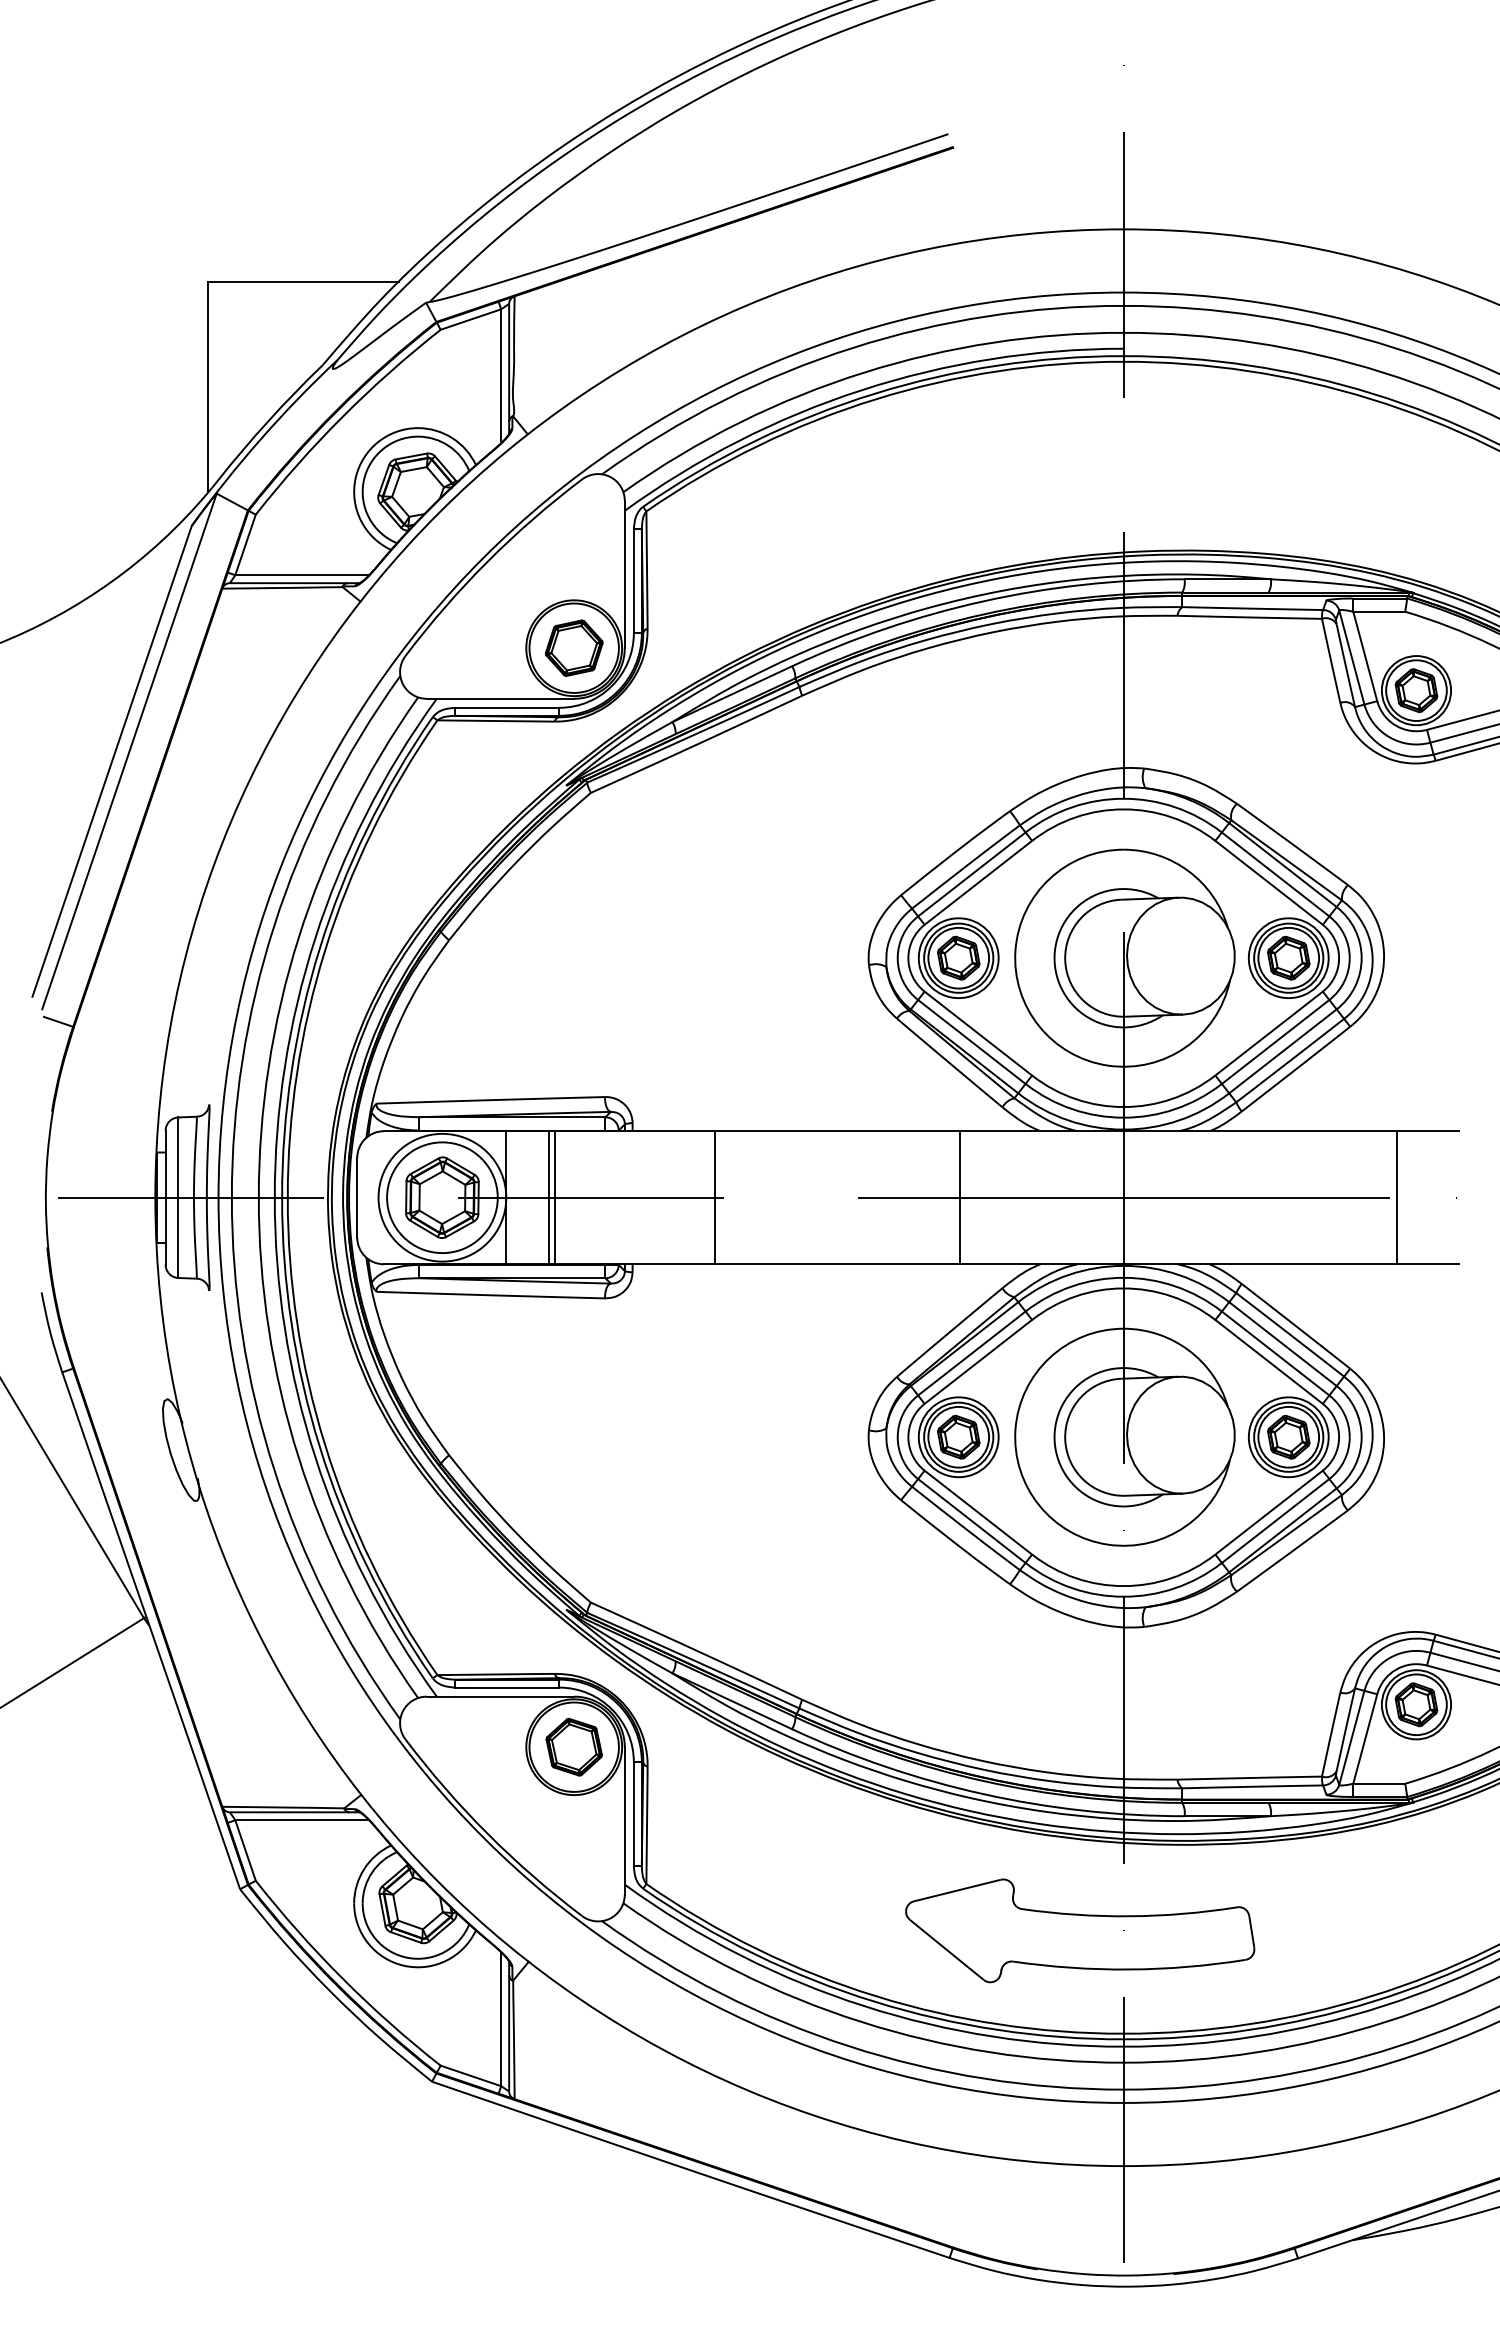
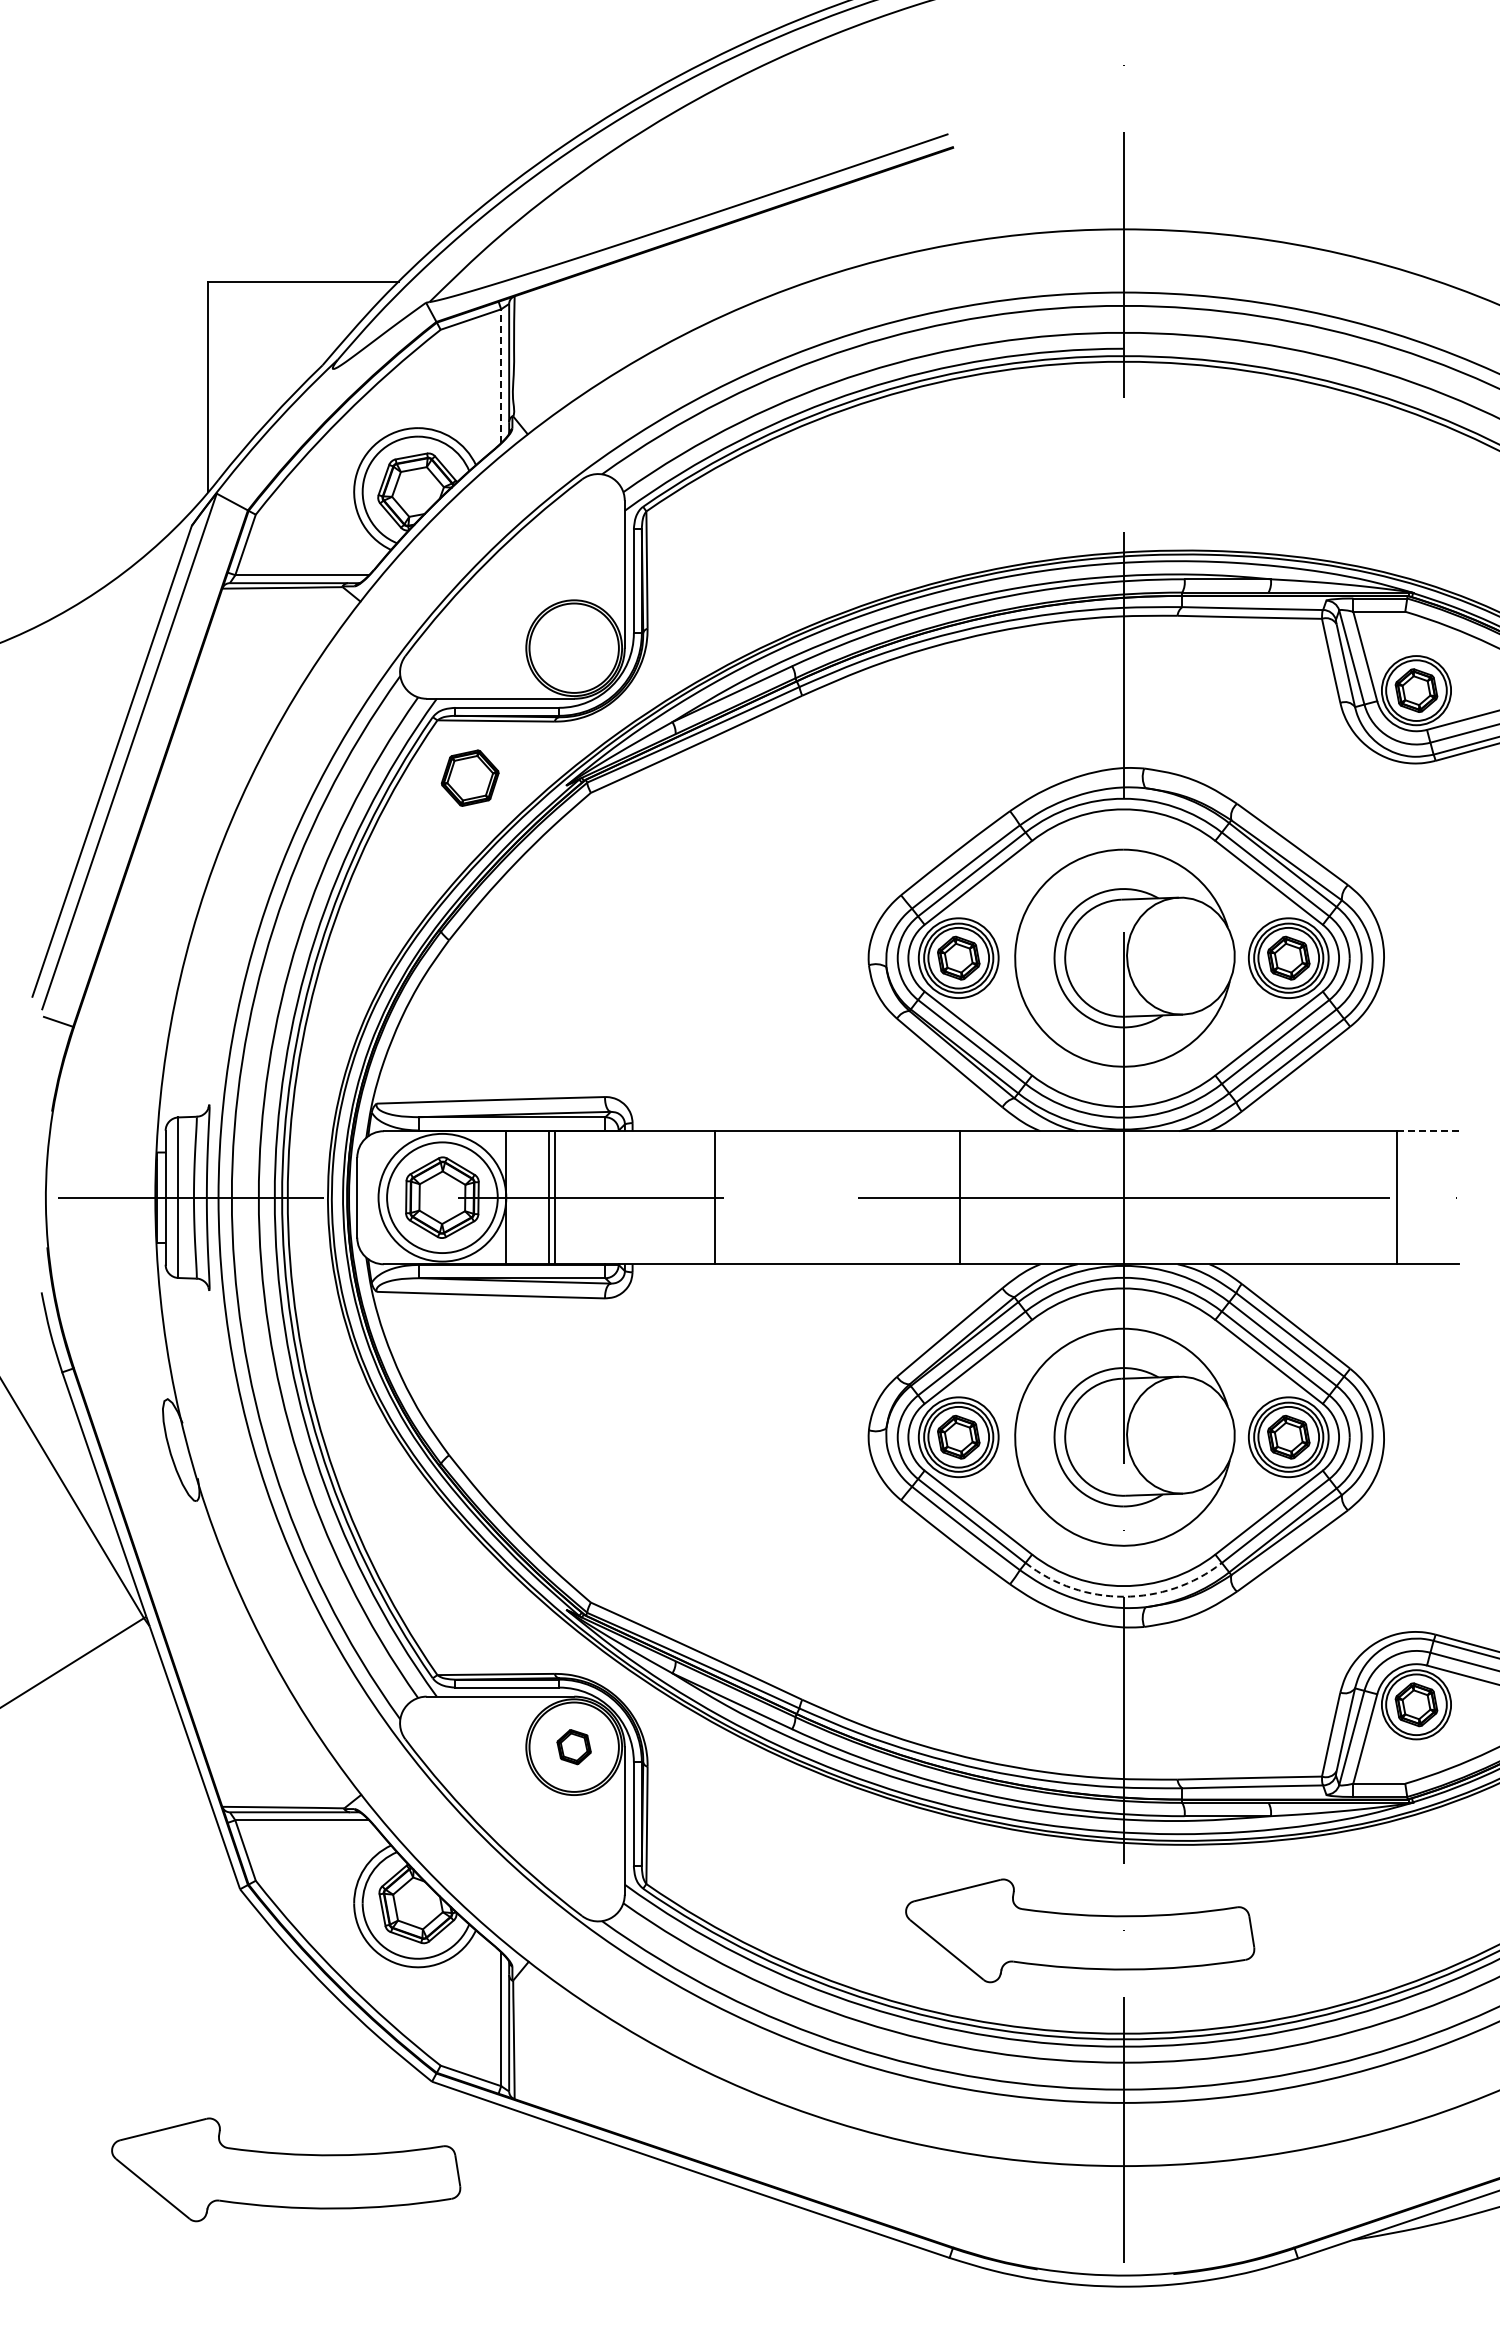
line at (501, 376): solid -> dashed
part at (573, 647) position: (573, 647) -> (469, 777)
line at (1428, 1131): solid -> dashed
arc at (1123, 1596): solid -> dashed
part at (573, 1746) size: 58x60 px -> 36x37 px
part at (286, 2169): none -> present
